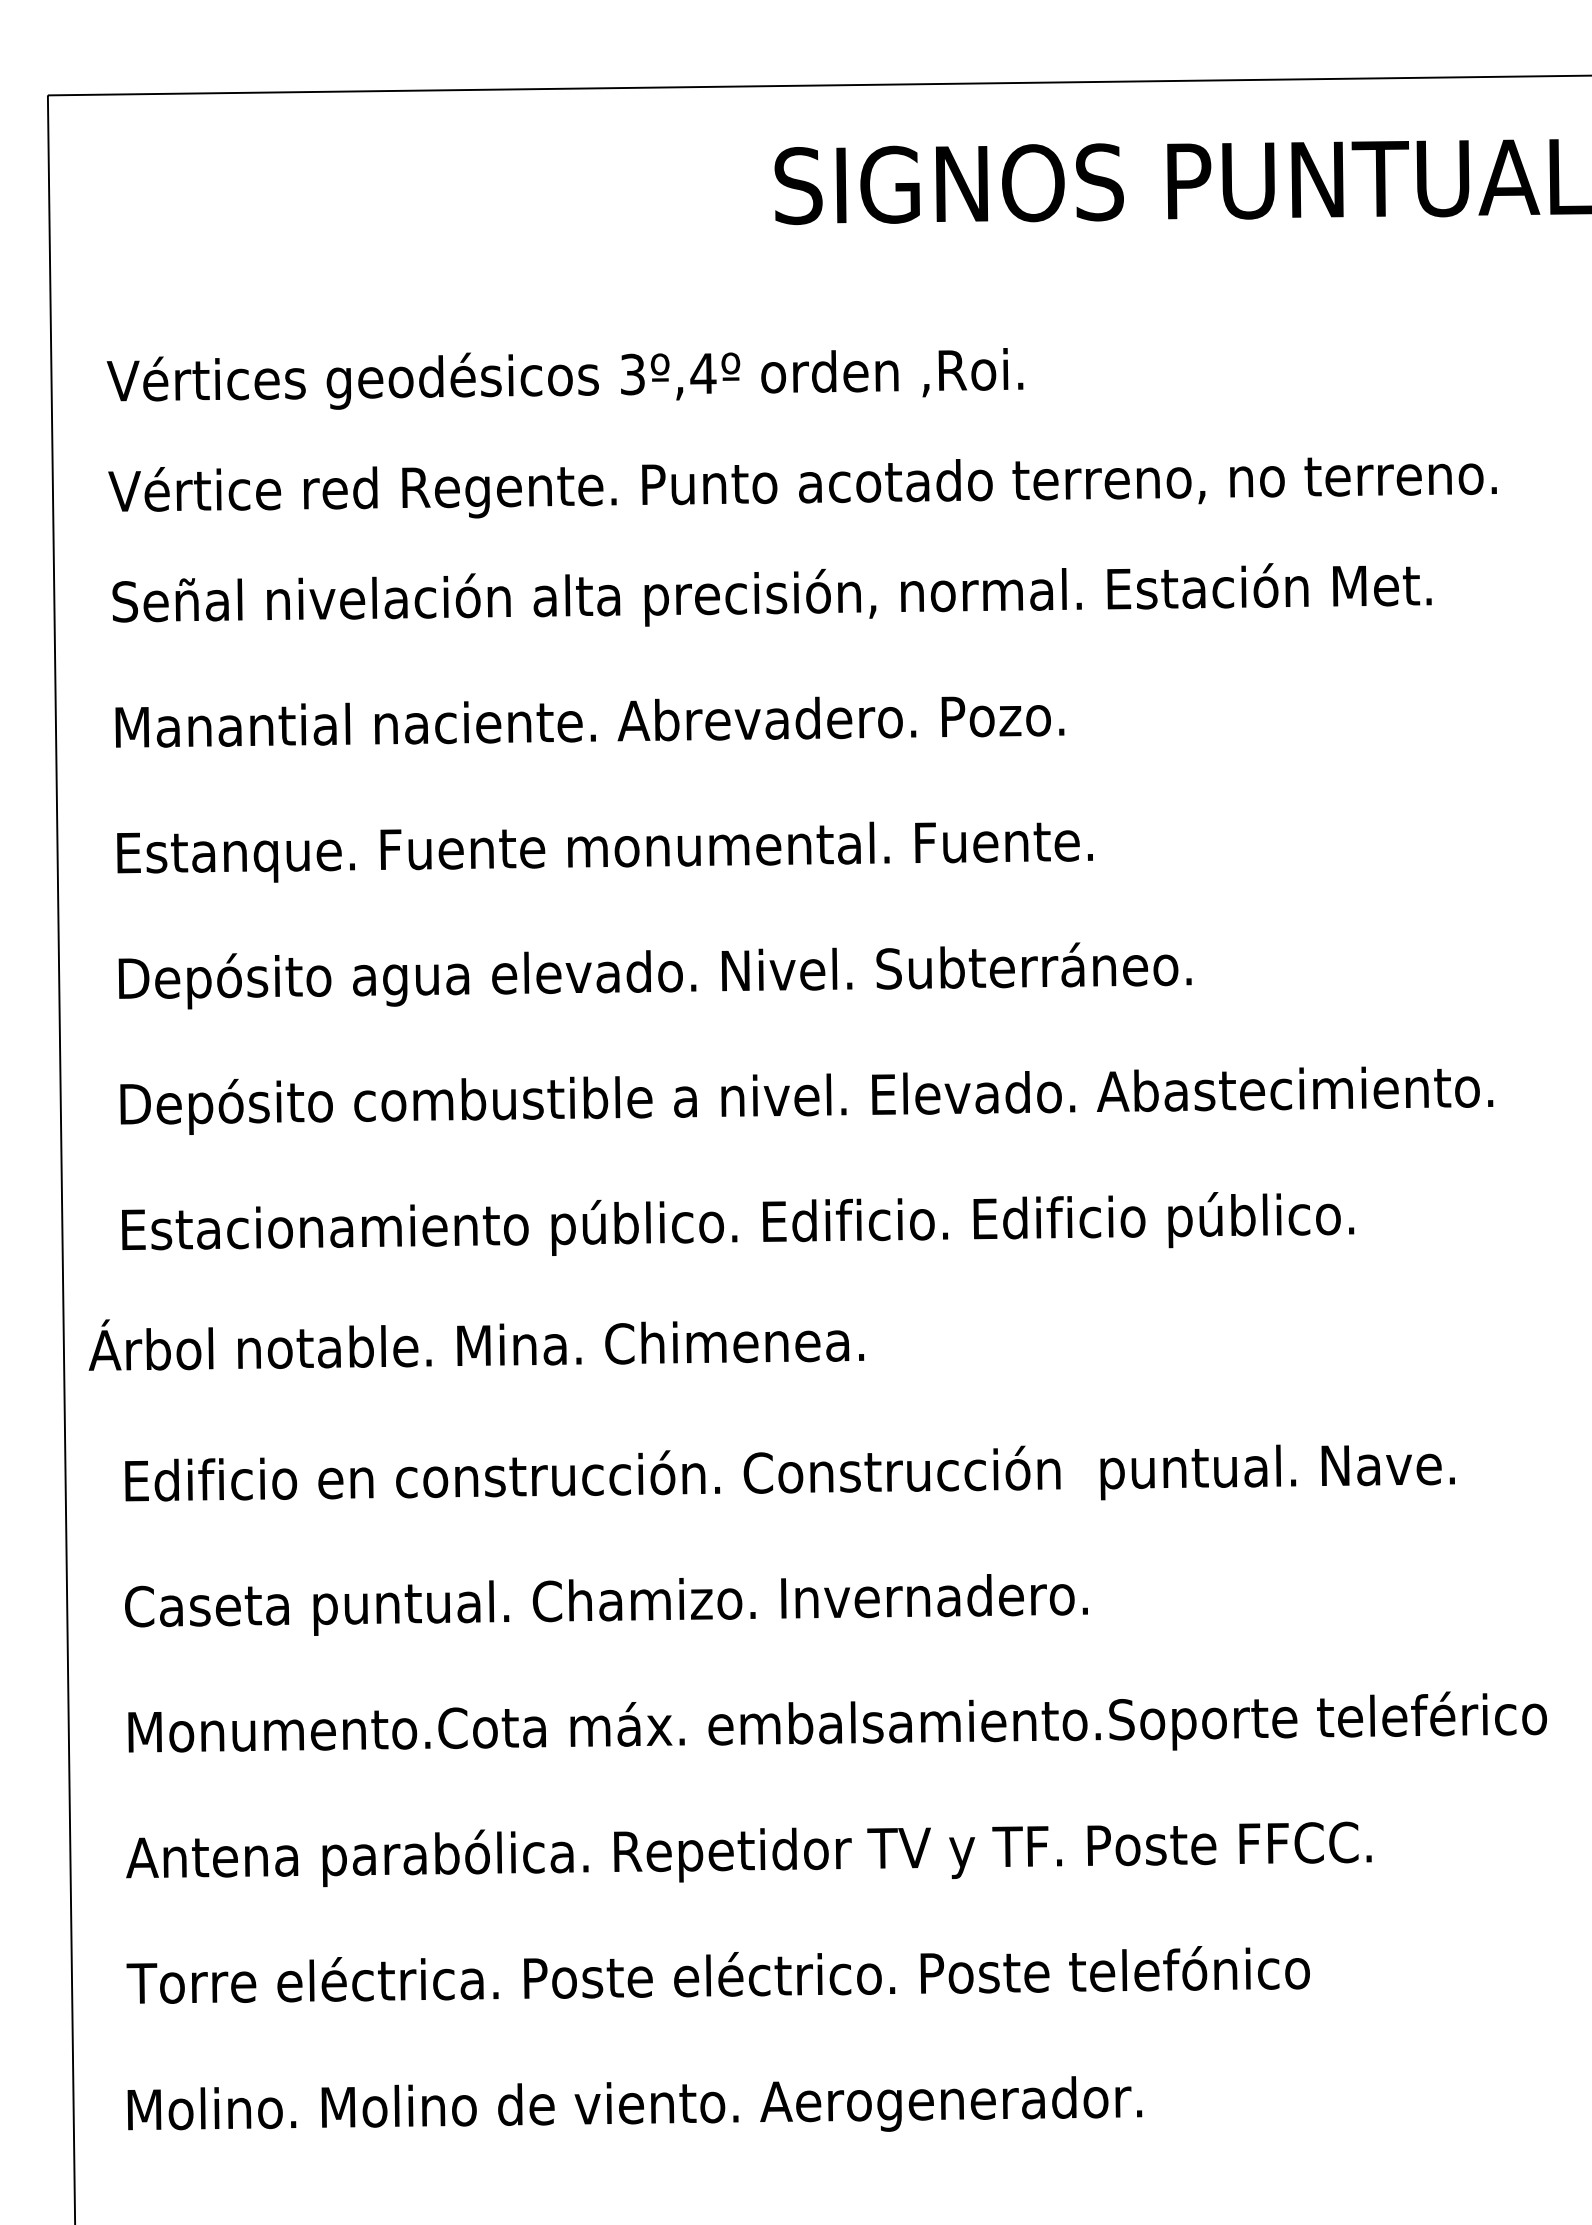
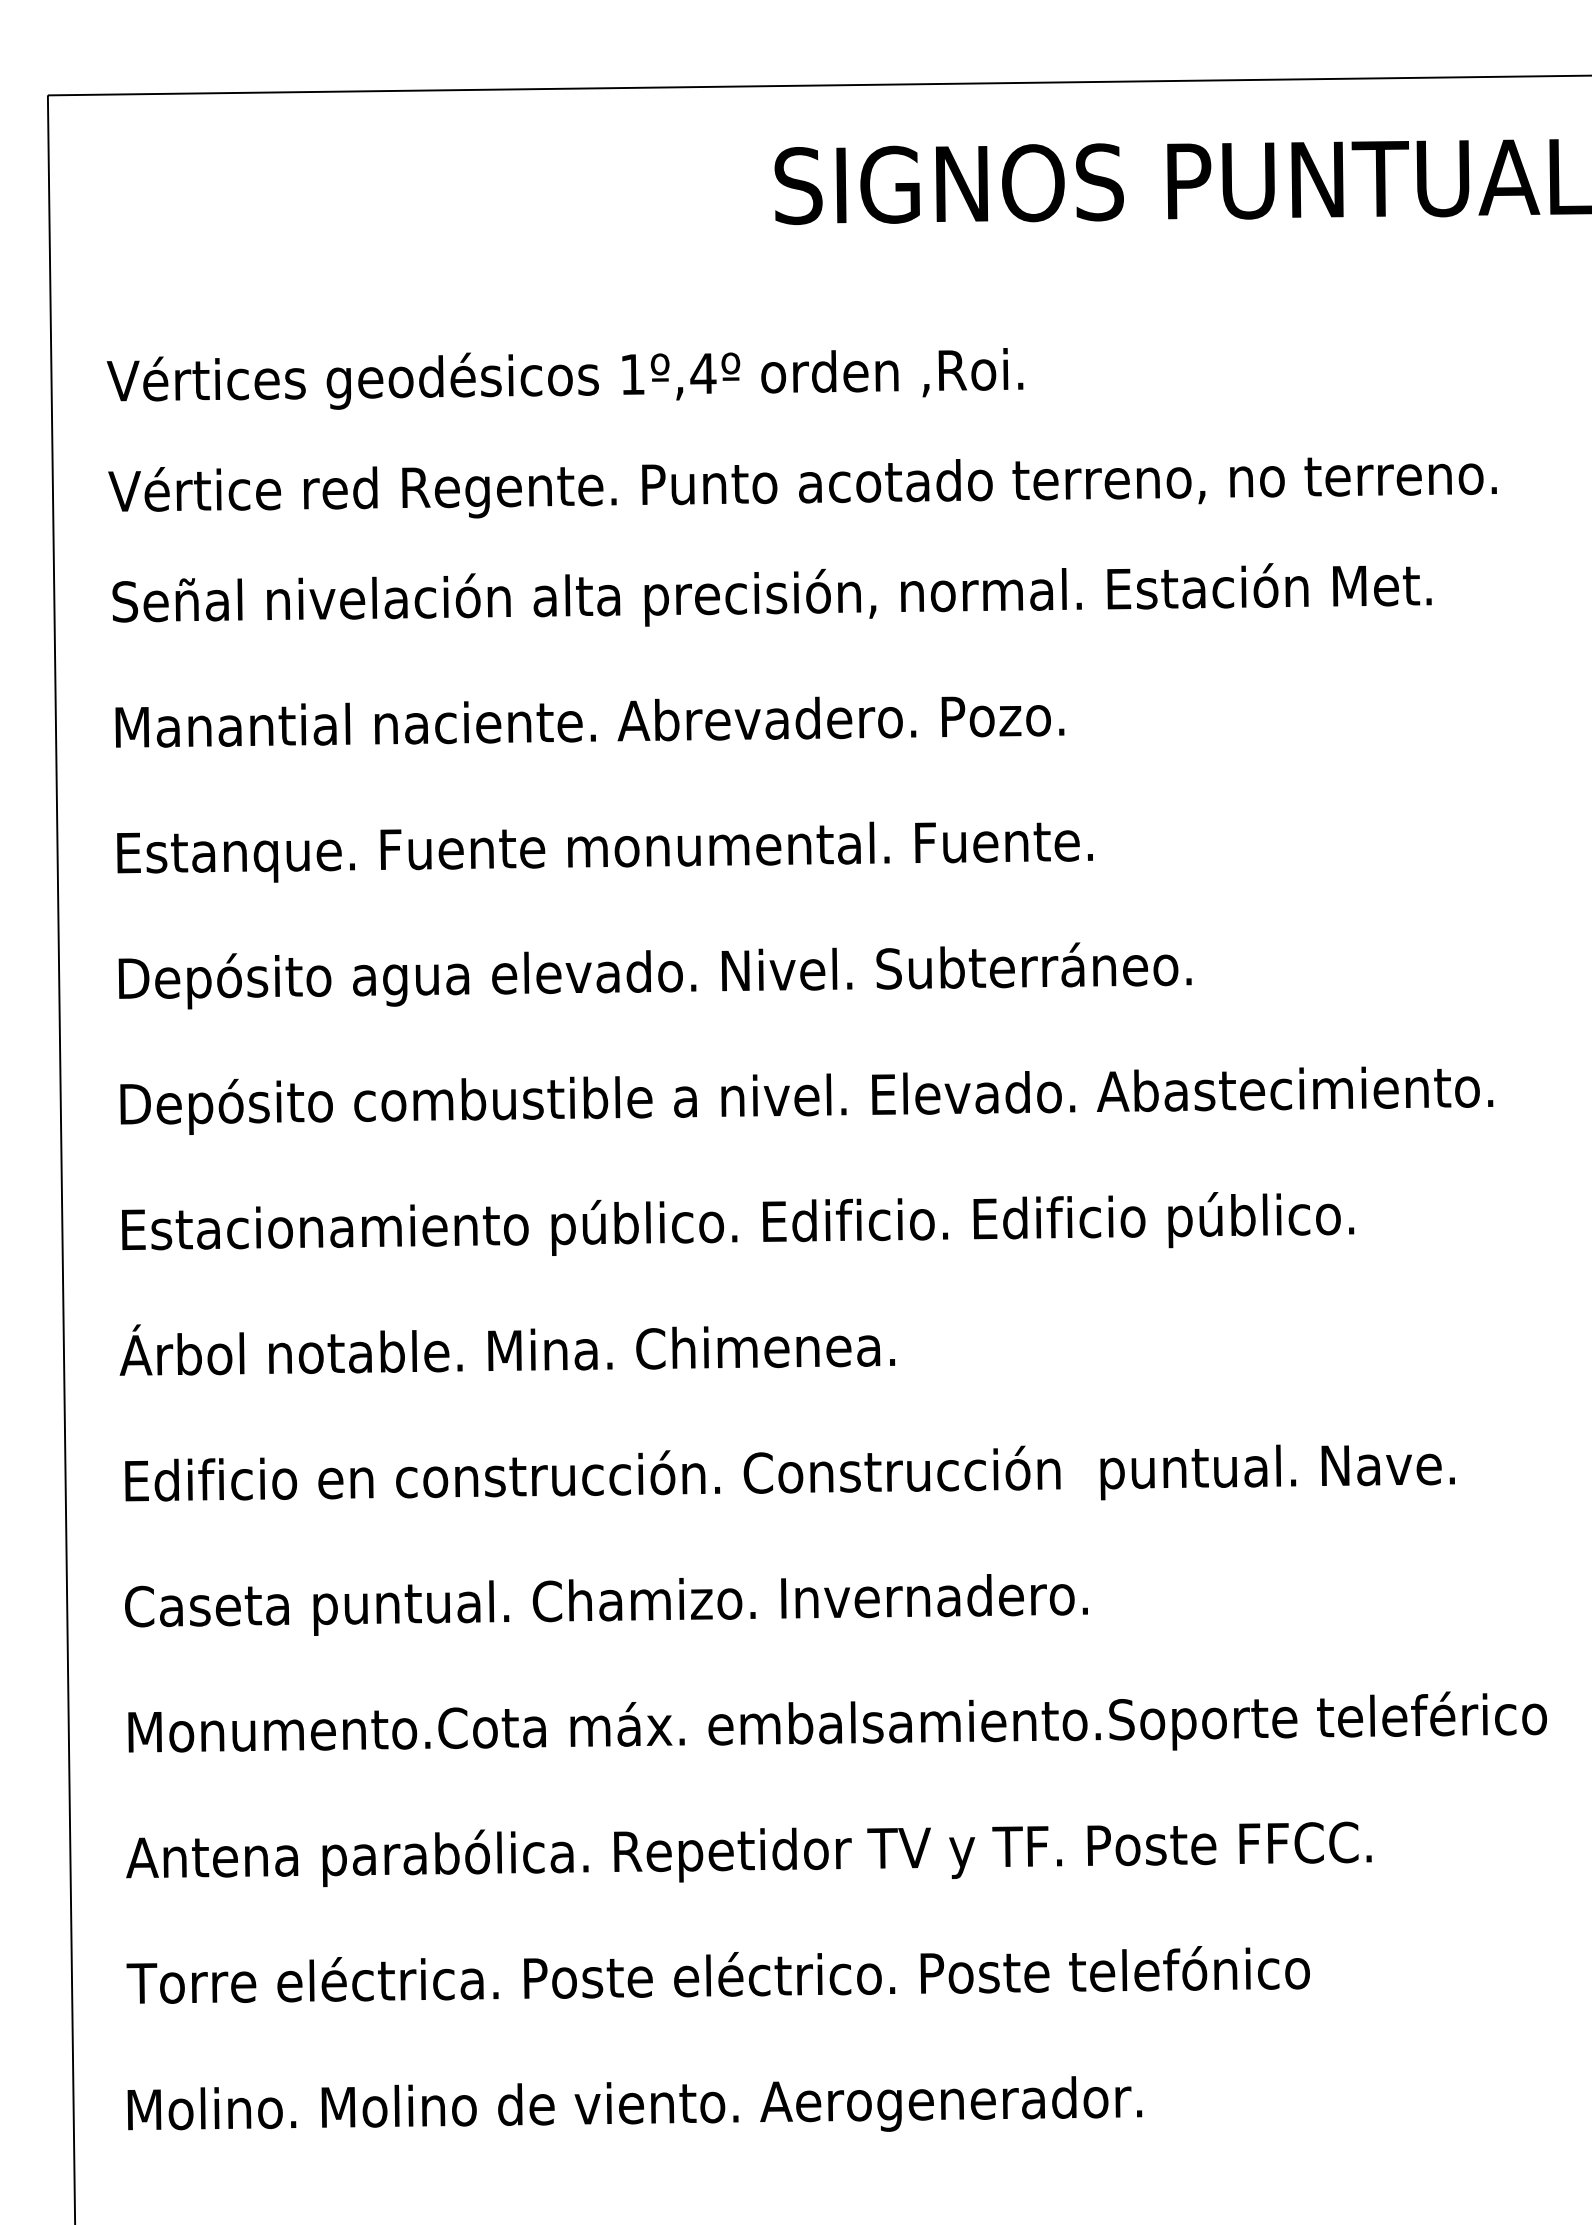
text at (632, 374): 3º,4º -> 1º,4º
text at (476, 1344) position: (476, 1344) -> (507, 1349)
